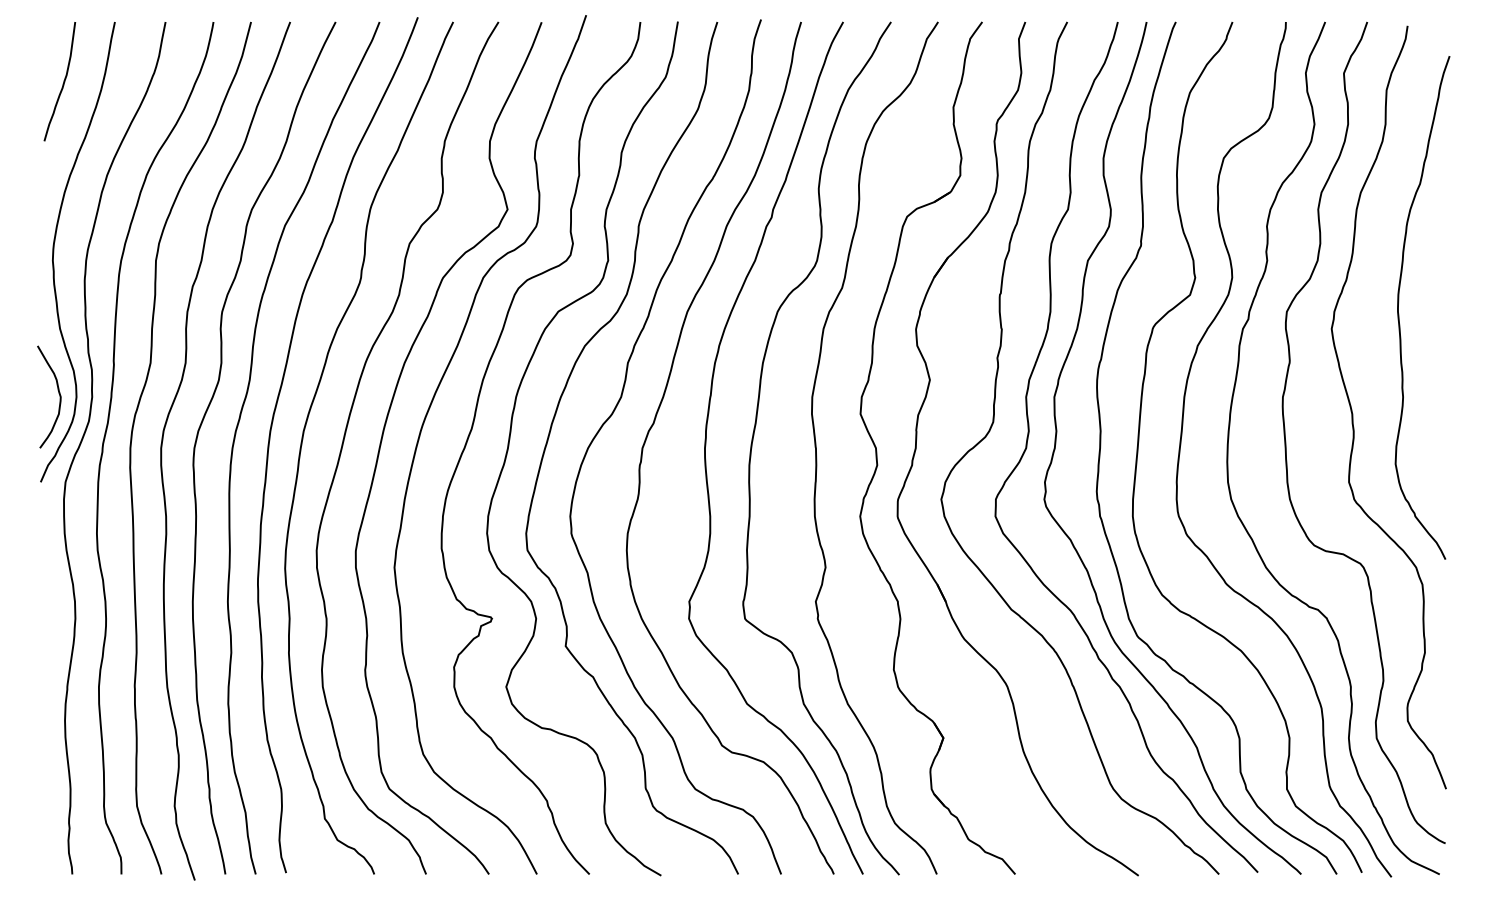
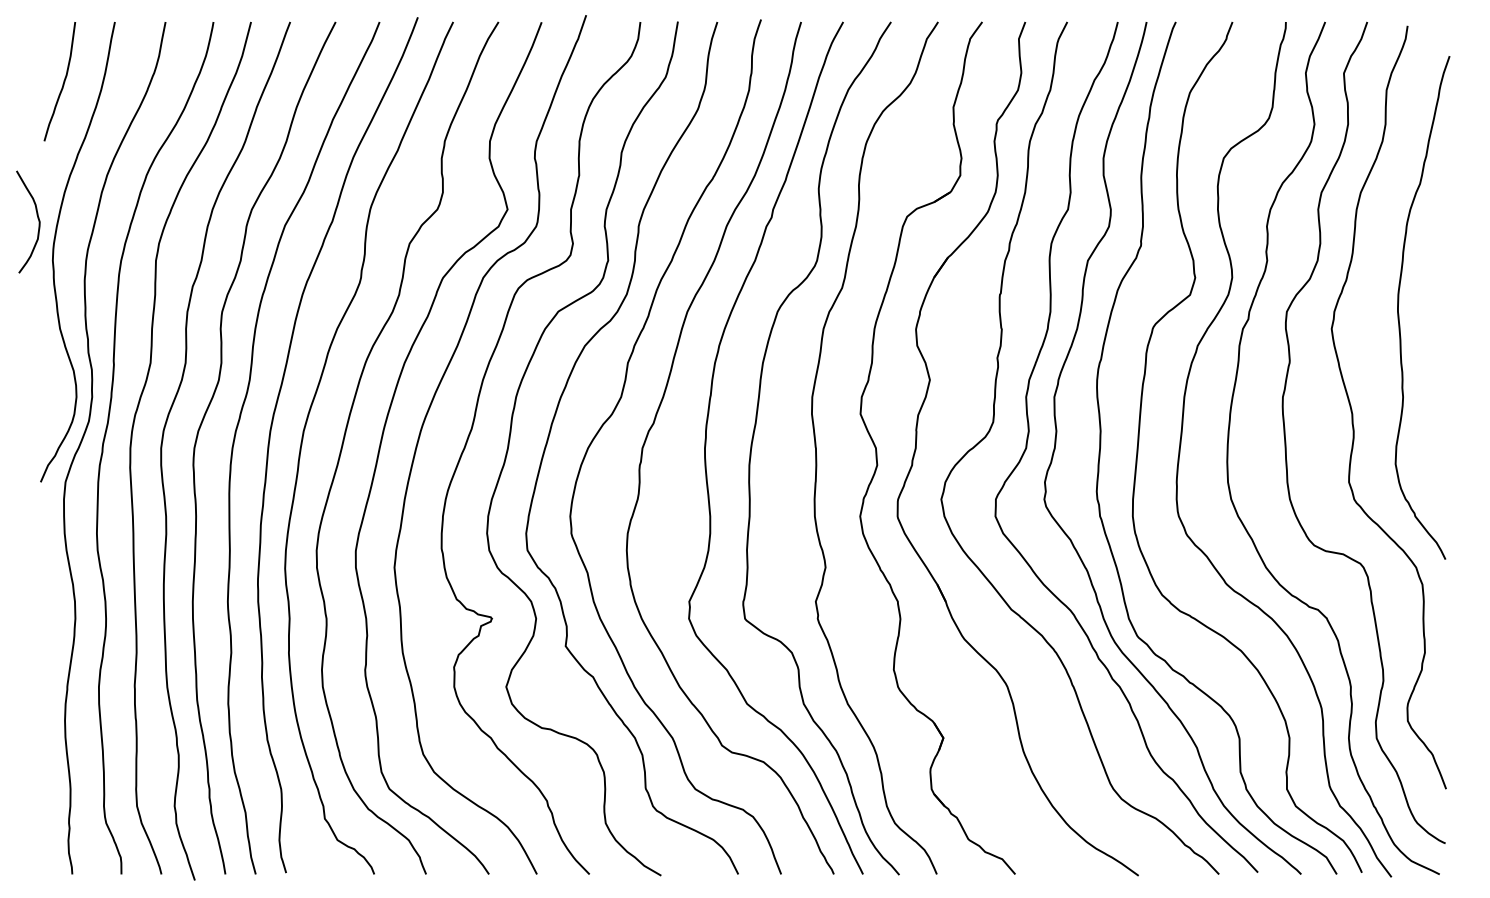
curve at (58, 393) position: (58, 393) -> (37, 218)
